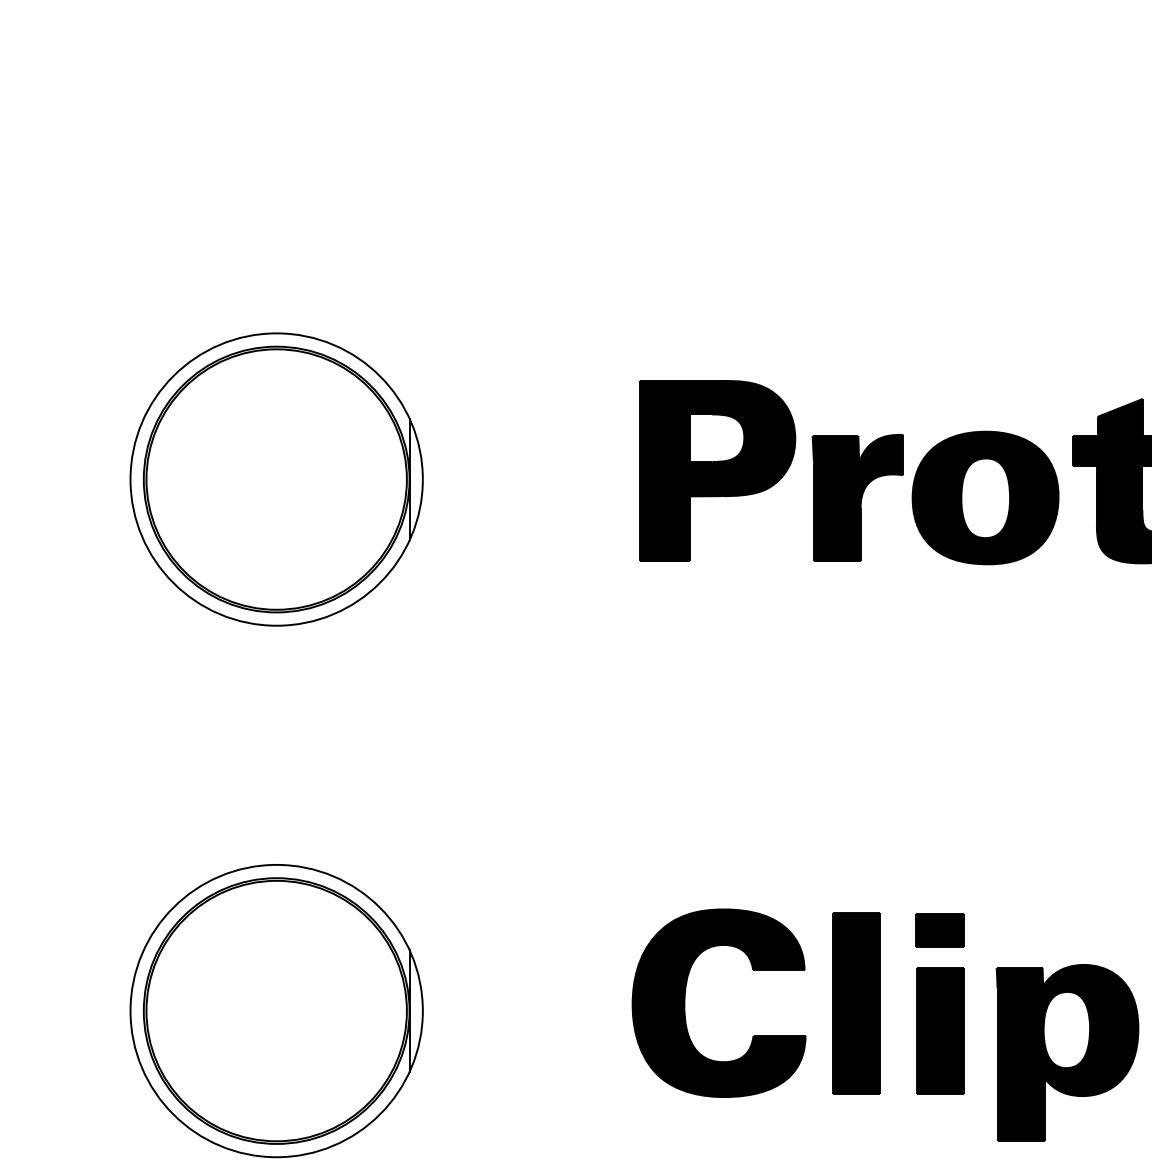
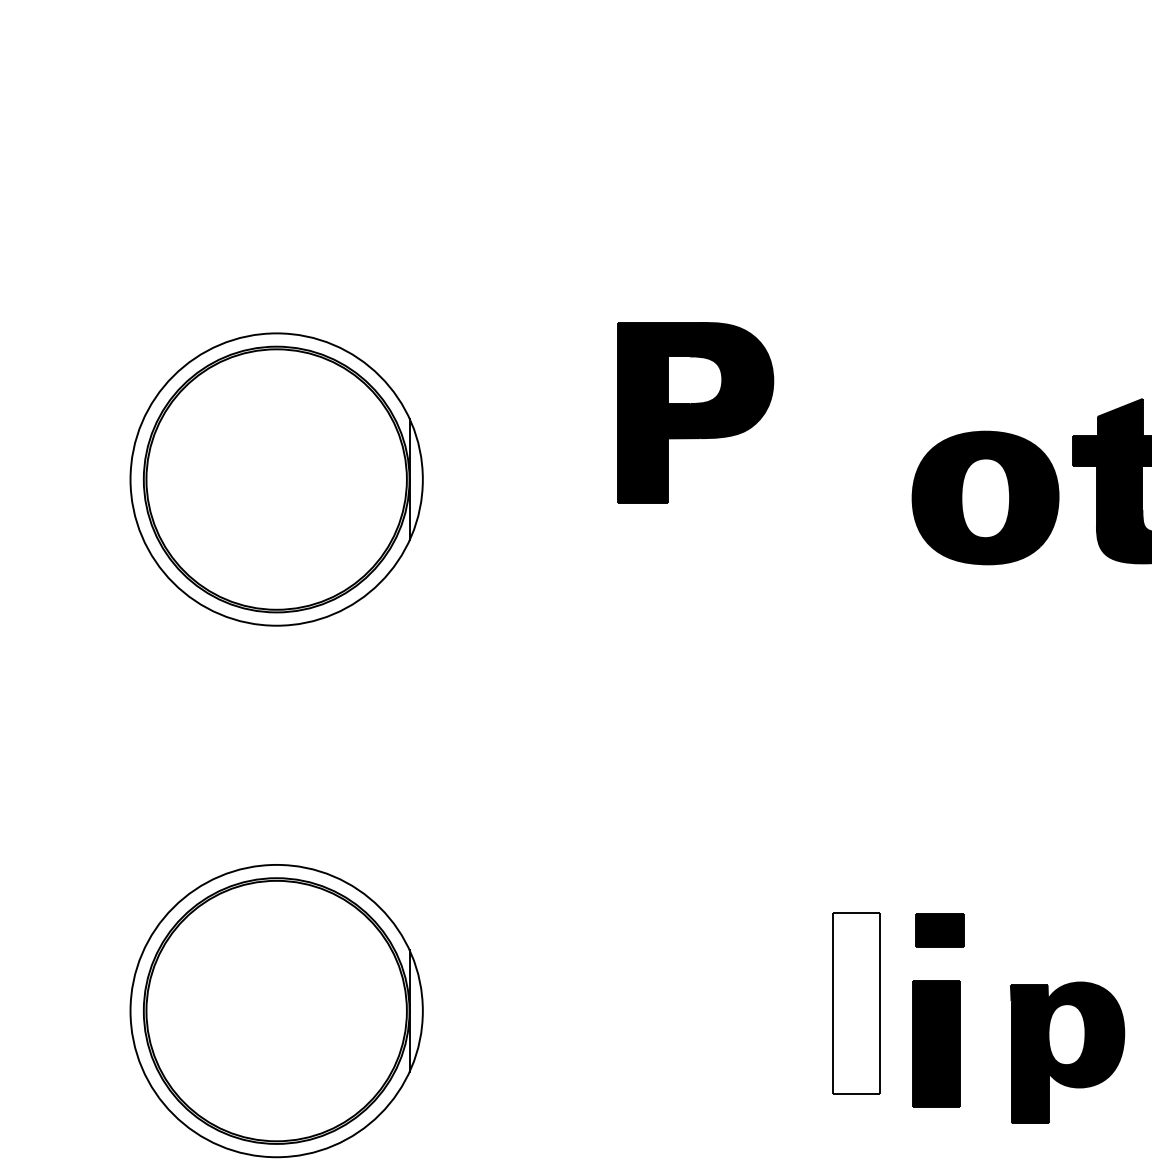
part at (717, 470) position: (717, 470) -> (695, 412)
part at (857, 497): present -> none
part at (685, 1002): present -> none
fill at (856, 1003): present -> none
part at (940, 1030) position: (940, 1030) -> (936, 1043)
part at (1067, 1052) size: 145x178 px -> 116x143 px
